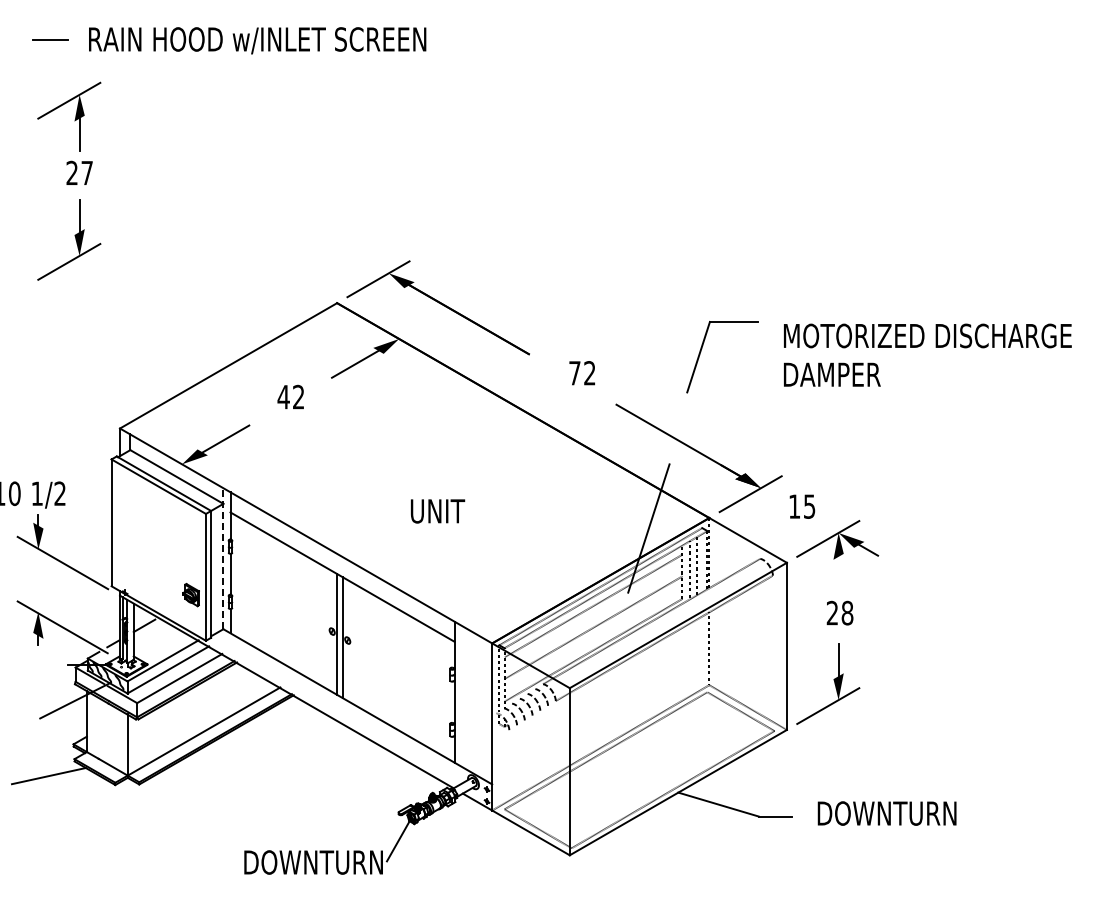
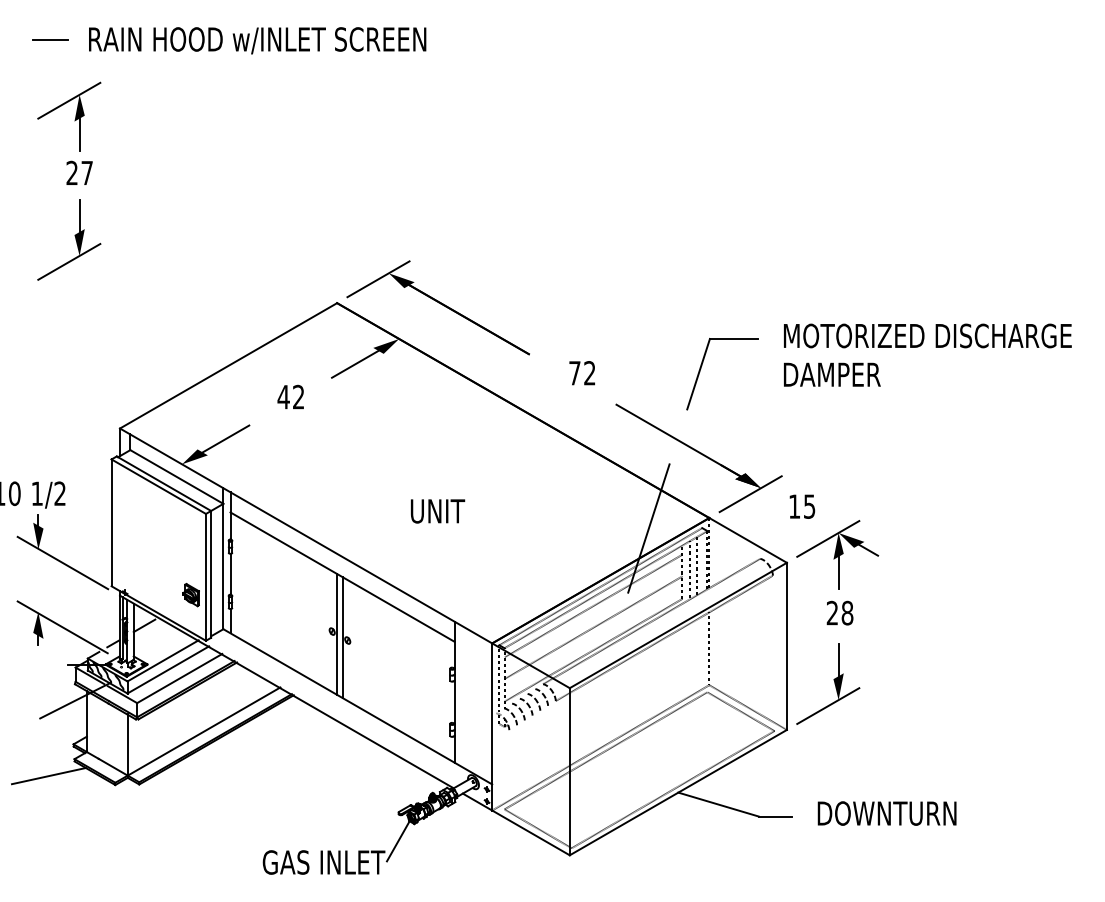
part at (701, 352) position: (701, 352) -> (701, 369)
line at (223, 558): dashed -> solid
line at (838, 572): none -> present
text at (314, 862): DOWNTURN -> GAS INLET
